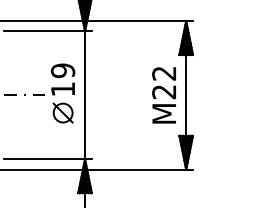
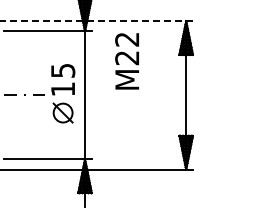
line at (96, 21): solid -> dashed
text at (62, 70): 19 -> 15
text at (163, 95) position: (163, 95) -> (126, 61)
